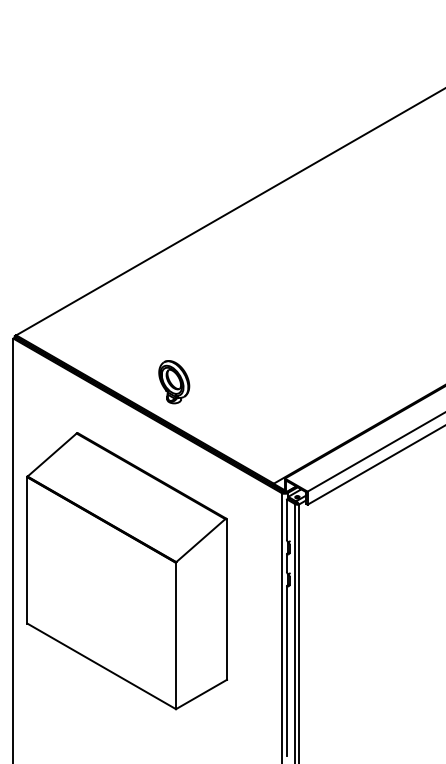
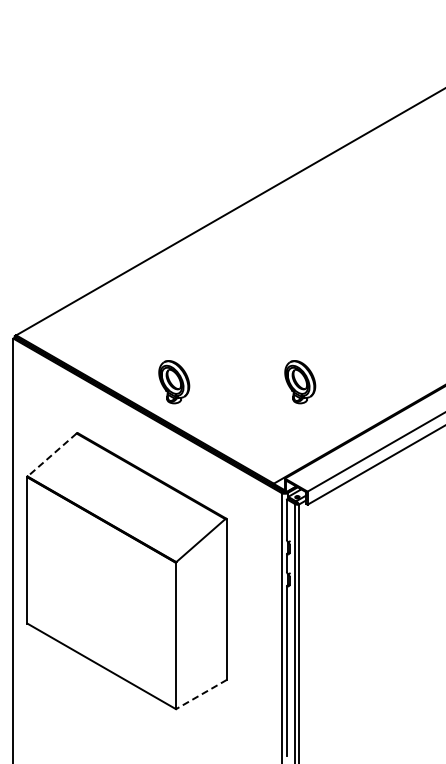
part at (300, 382): none -> present
line at (52, 455): solid -> dashed
line at (201, 694): solid -> dashed
